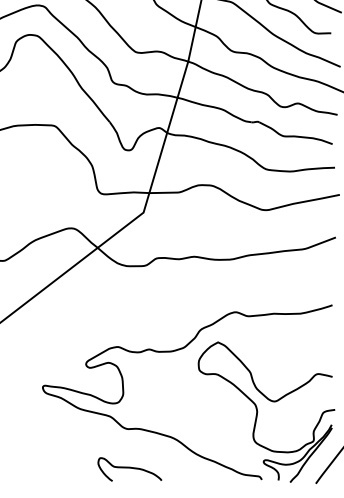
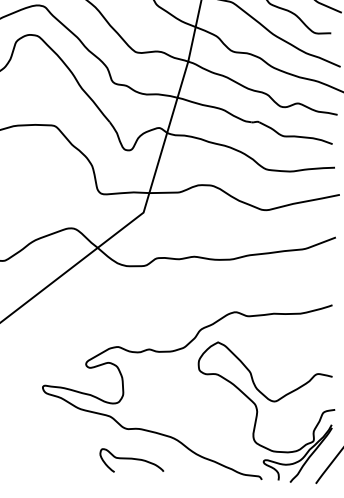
curve at (129, 468) position: (129, 468) -> (131, 459)
